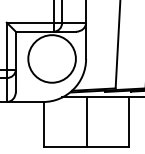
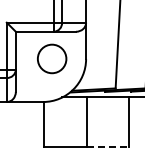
circle at (51, 58) diameter: 48 px -> 29 px
line at (107, 147): solid -> dashed
